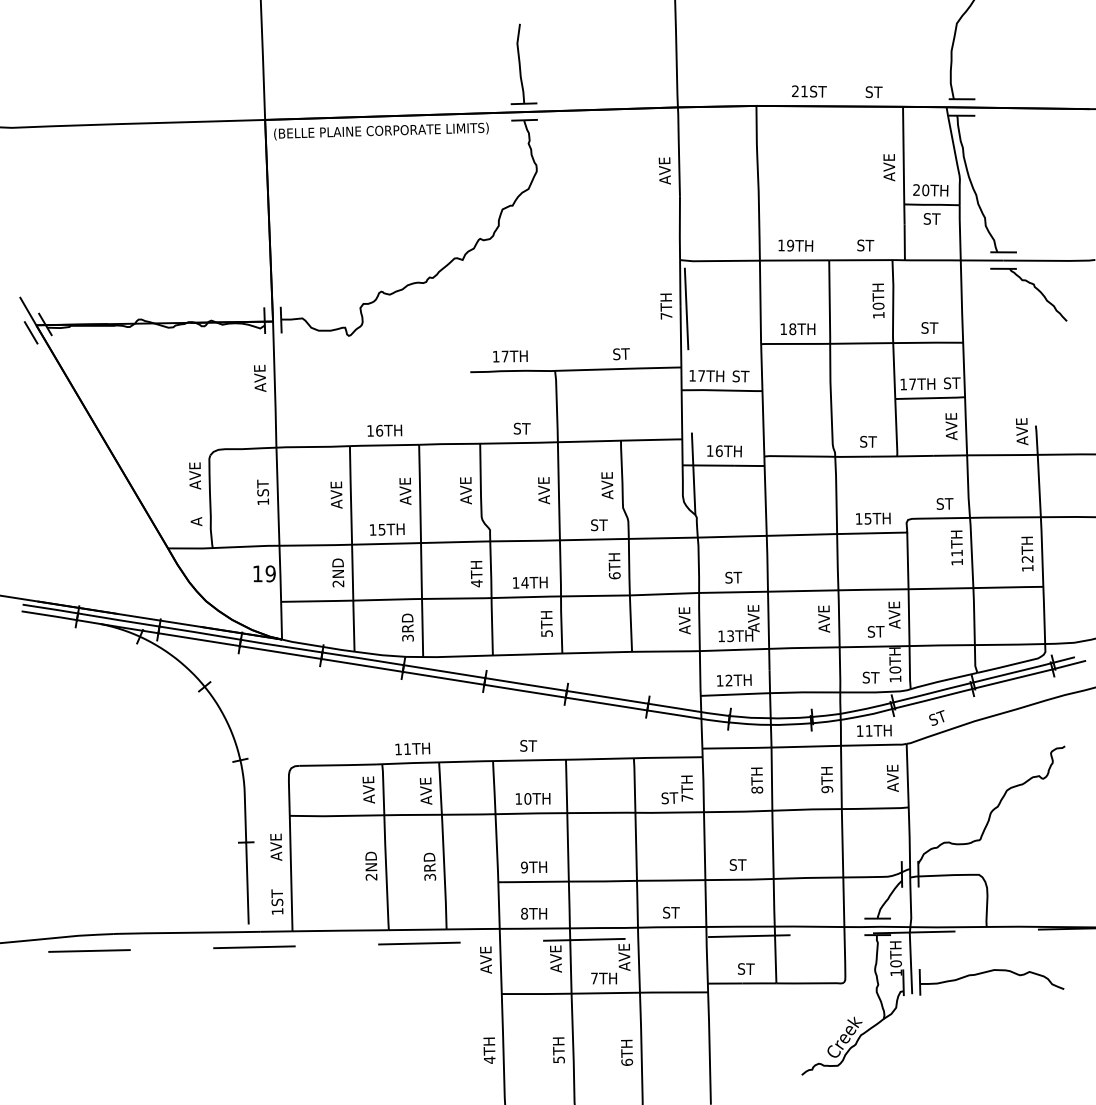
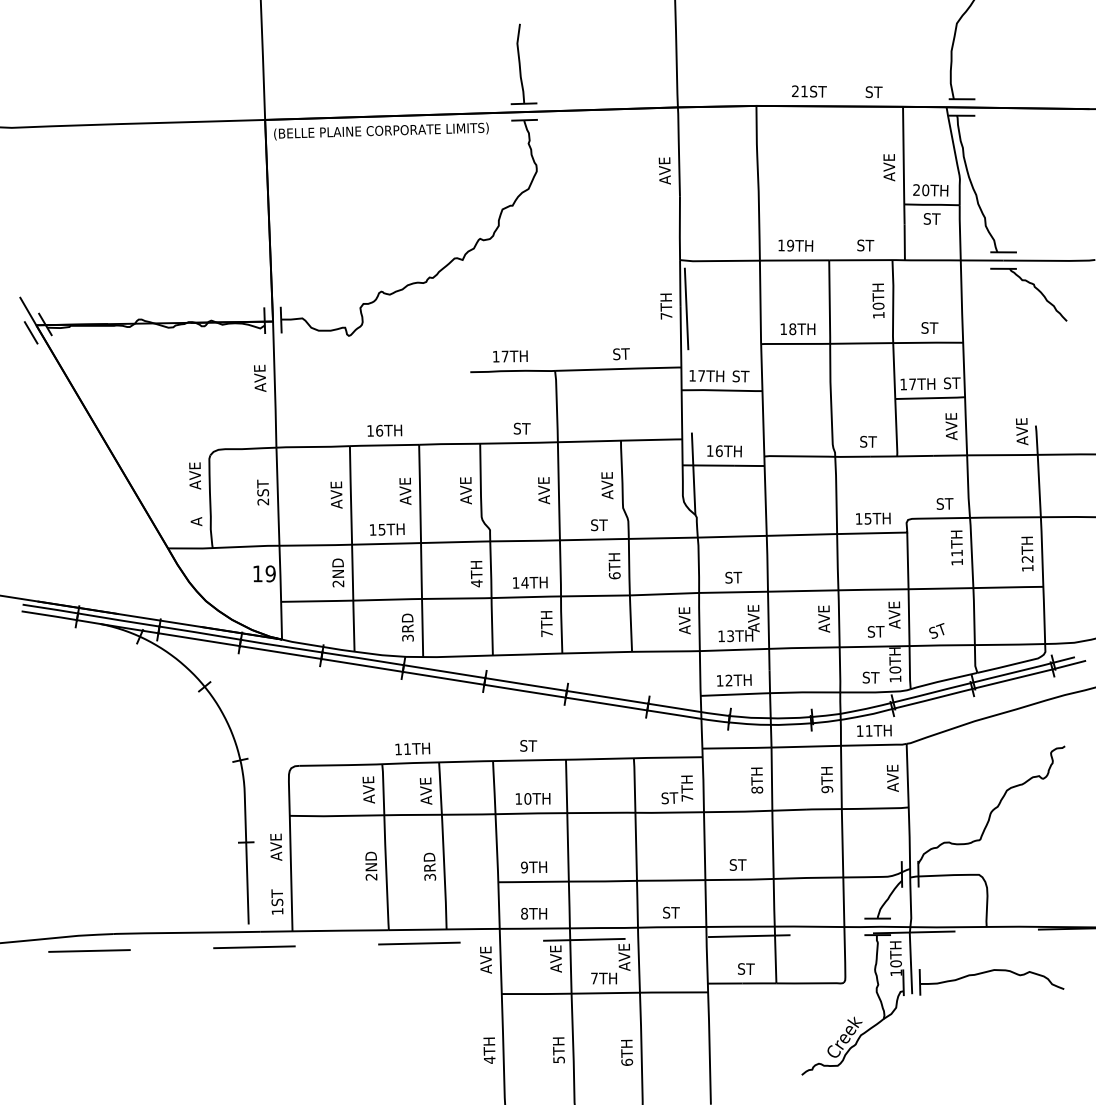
text at (262, 501): 1ST -> 2ST
text at (546, 633): 5TH -> 7TH
text at (936, 717) position: (936, 717) -> (936, 630)
